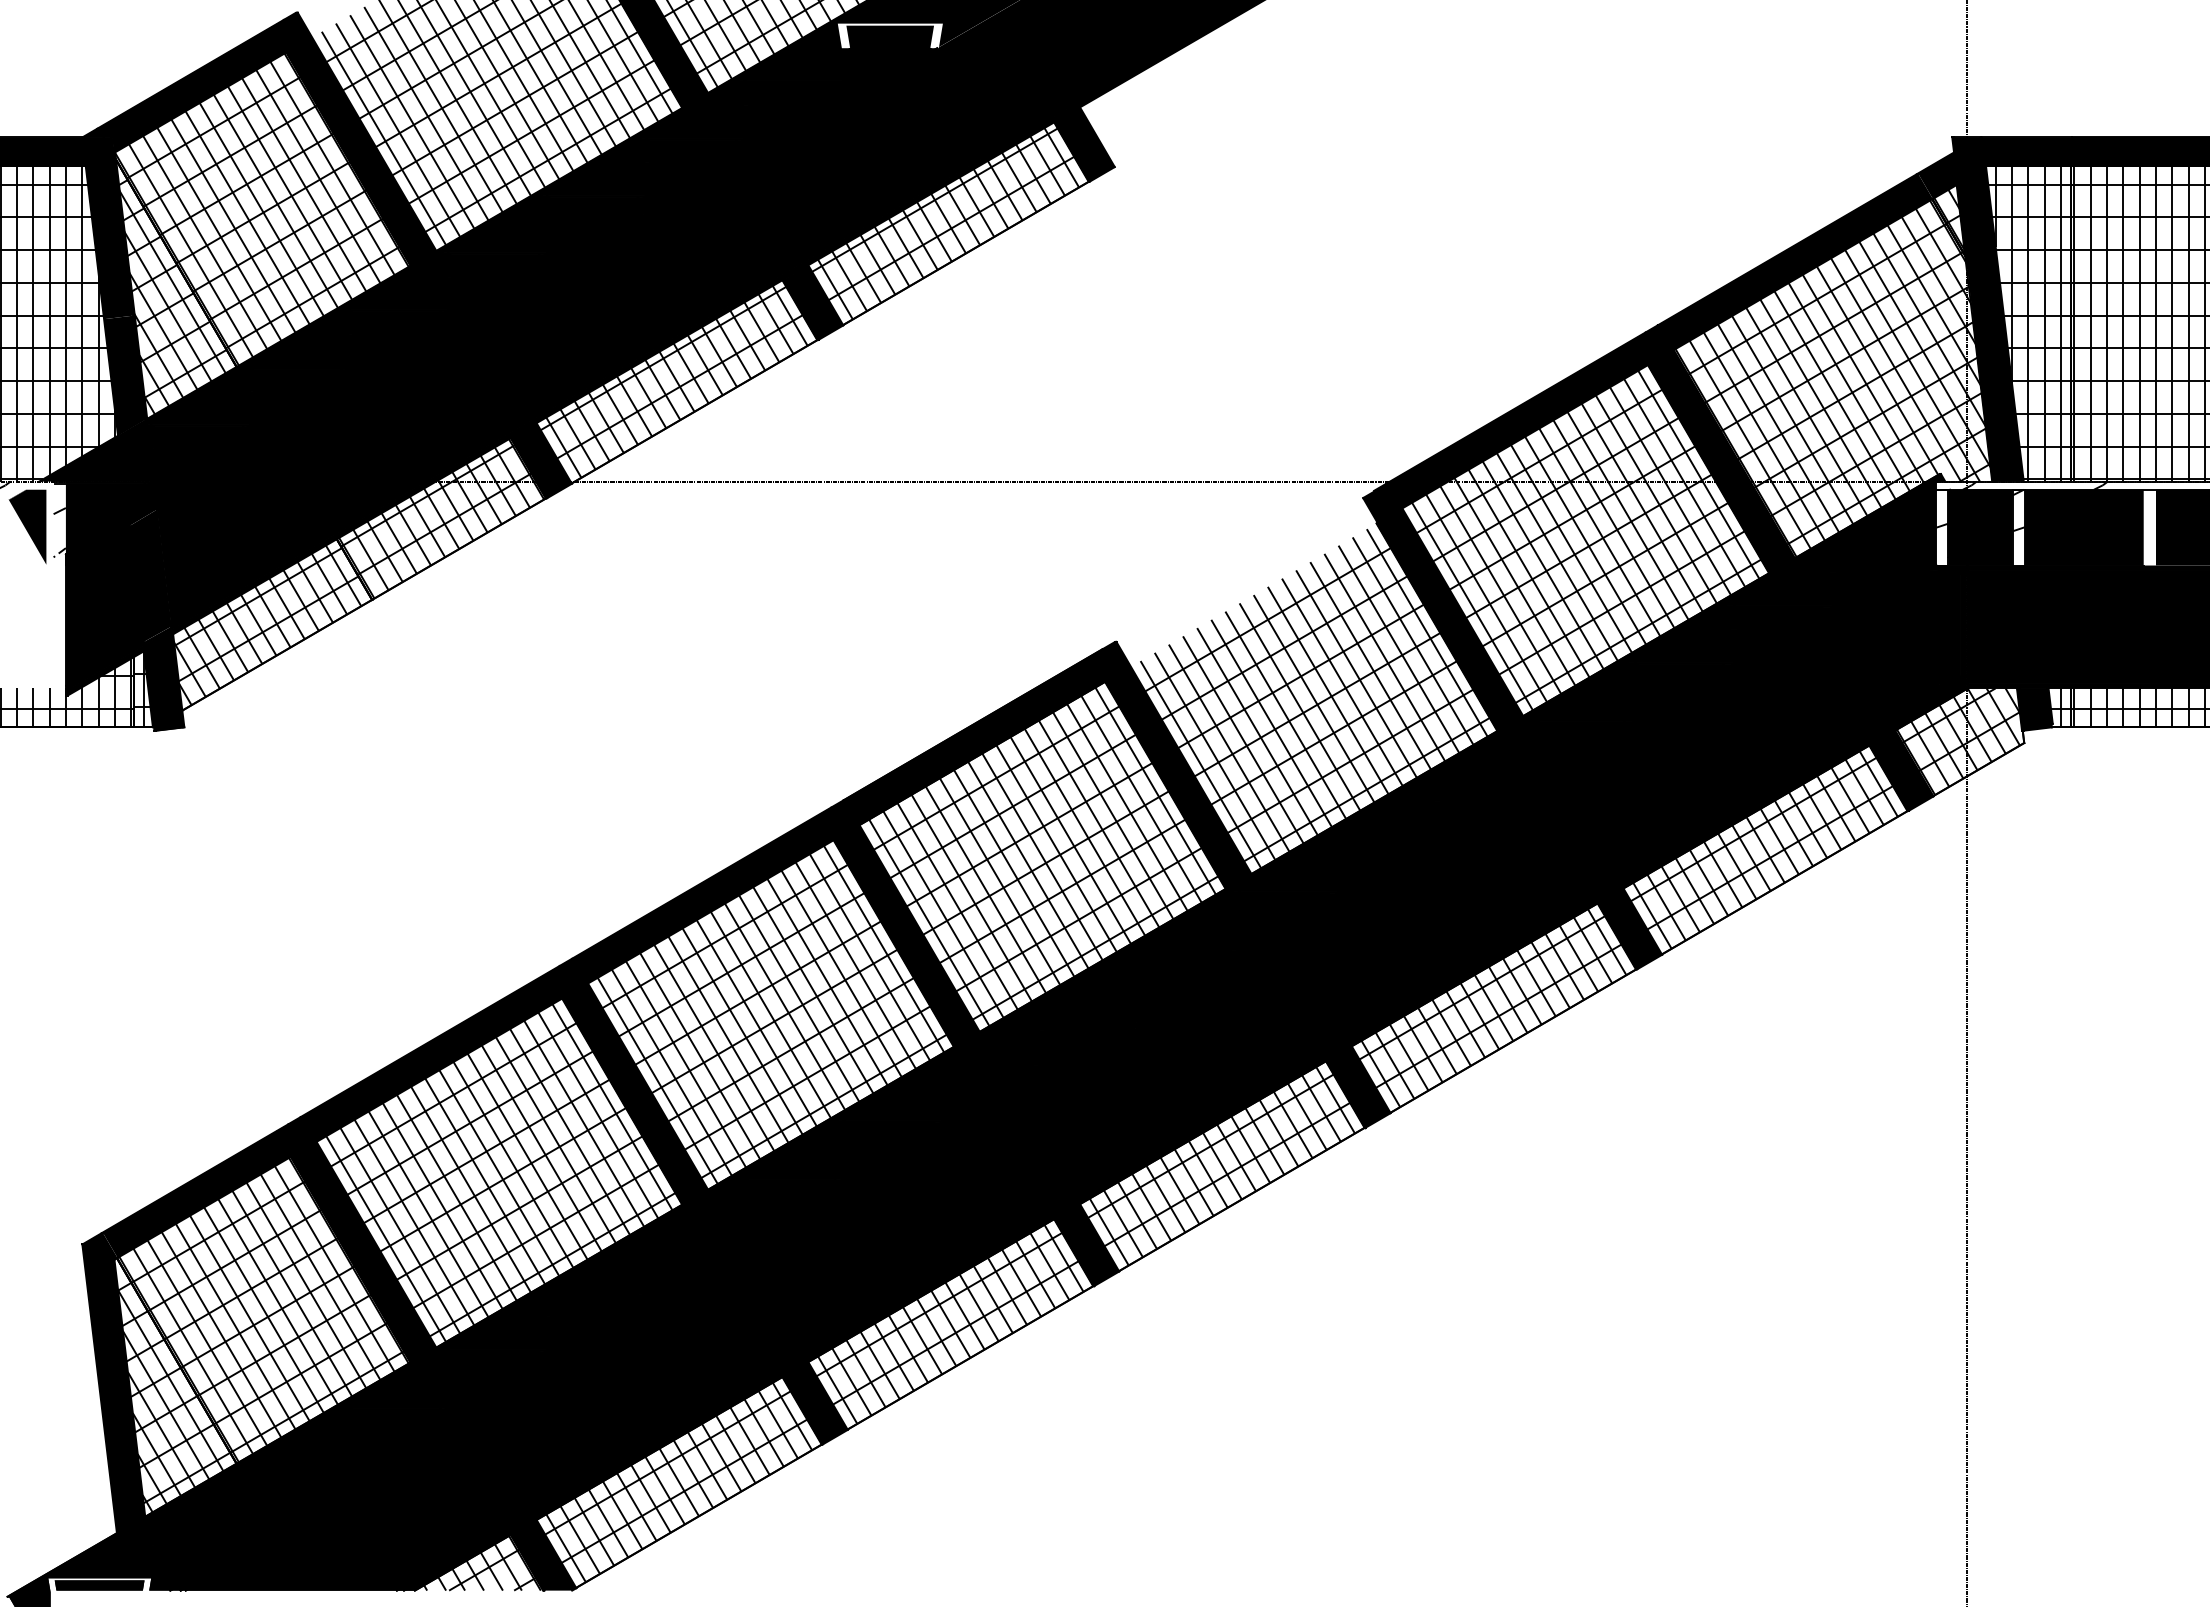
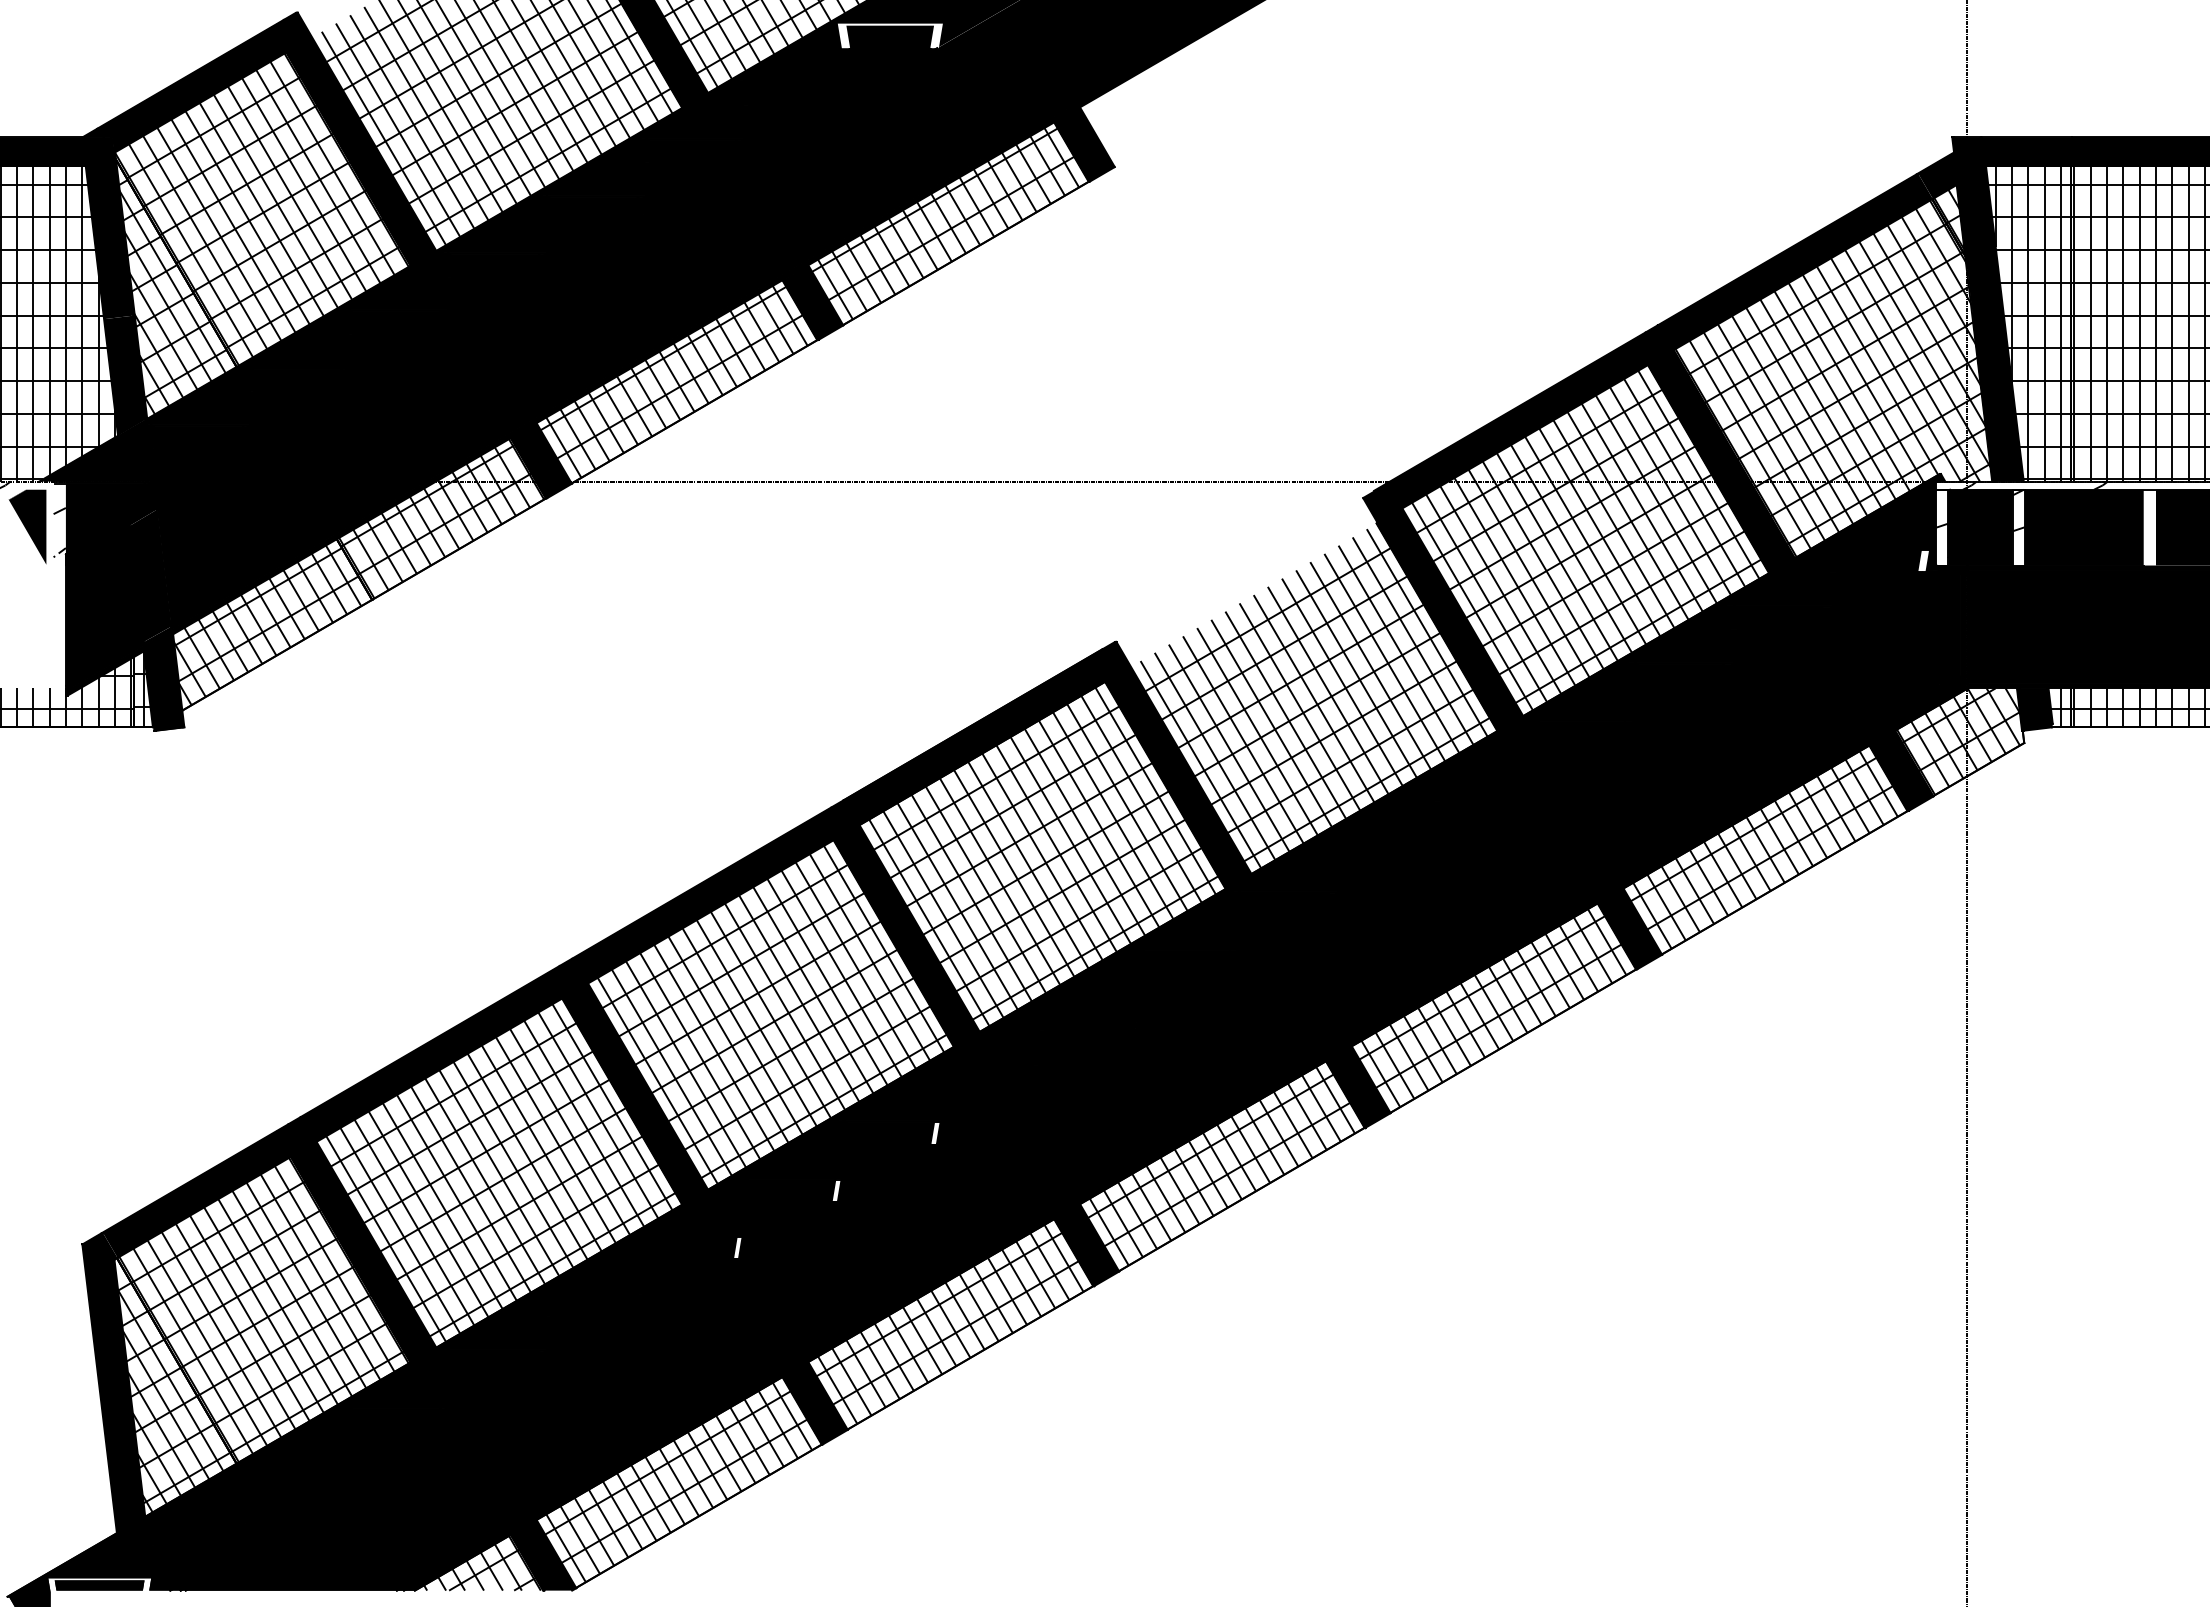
fill at (1923, 561): present -> none
fill at (935, 1133): present -> none
fill at (836, 1190): present -> none
fill at (737, 1247): present -> none
